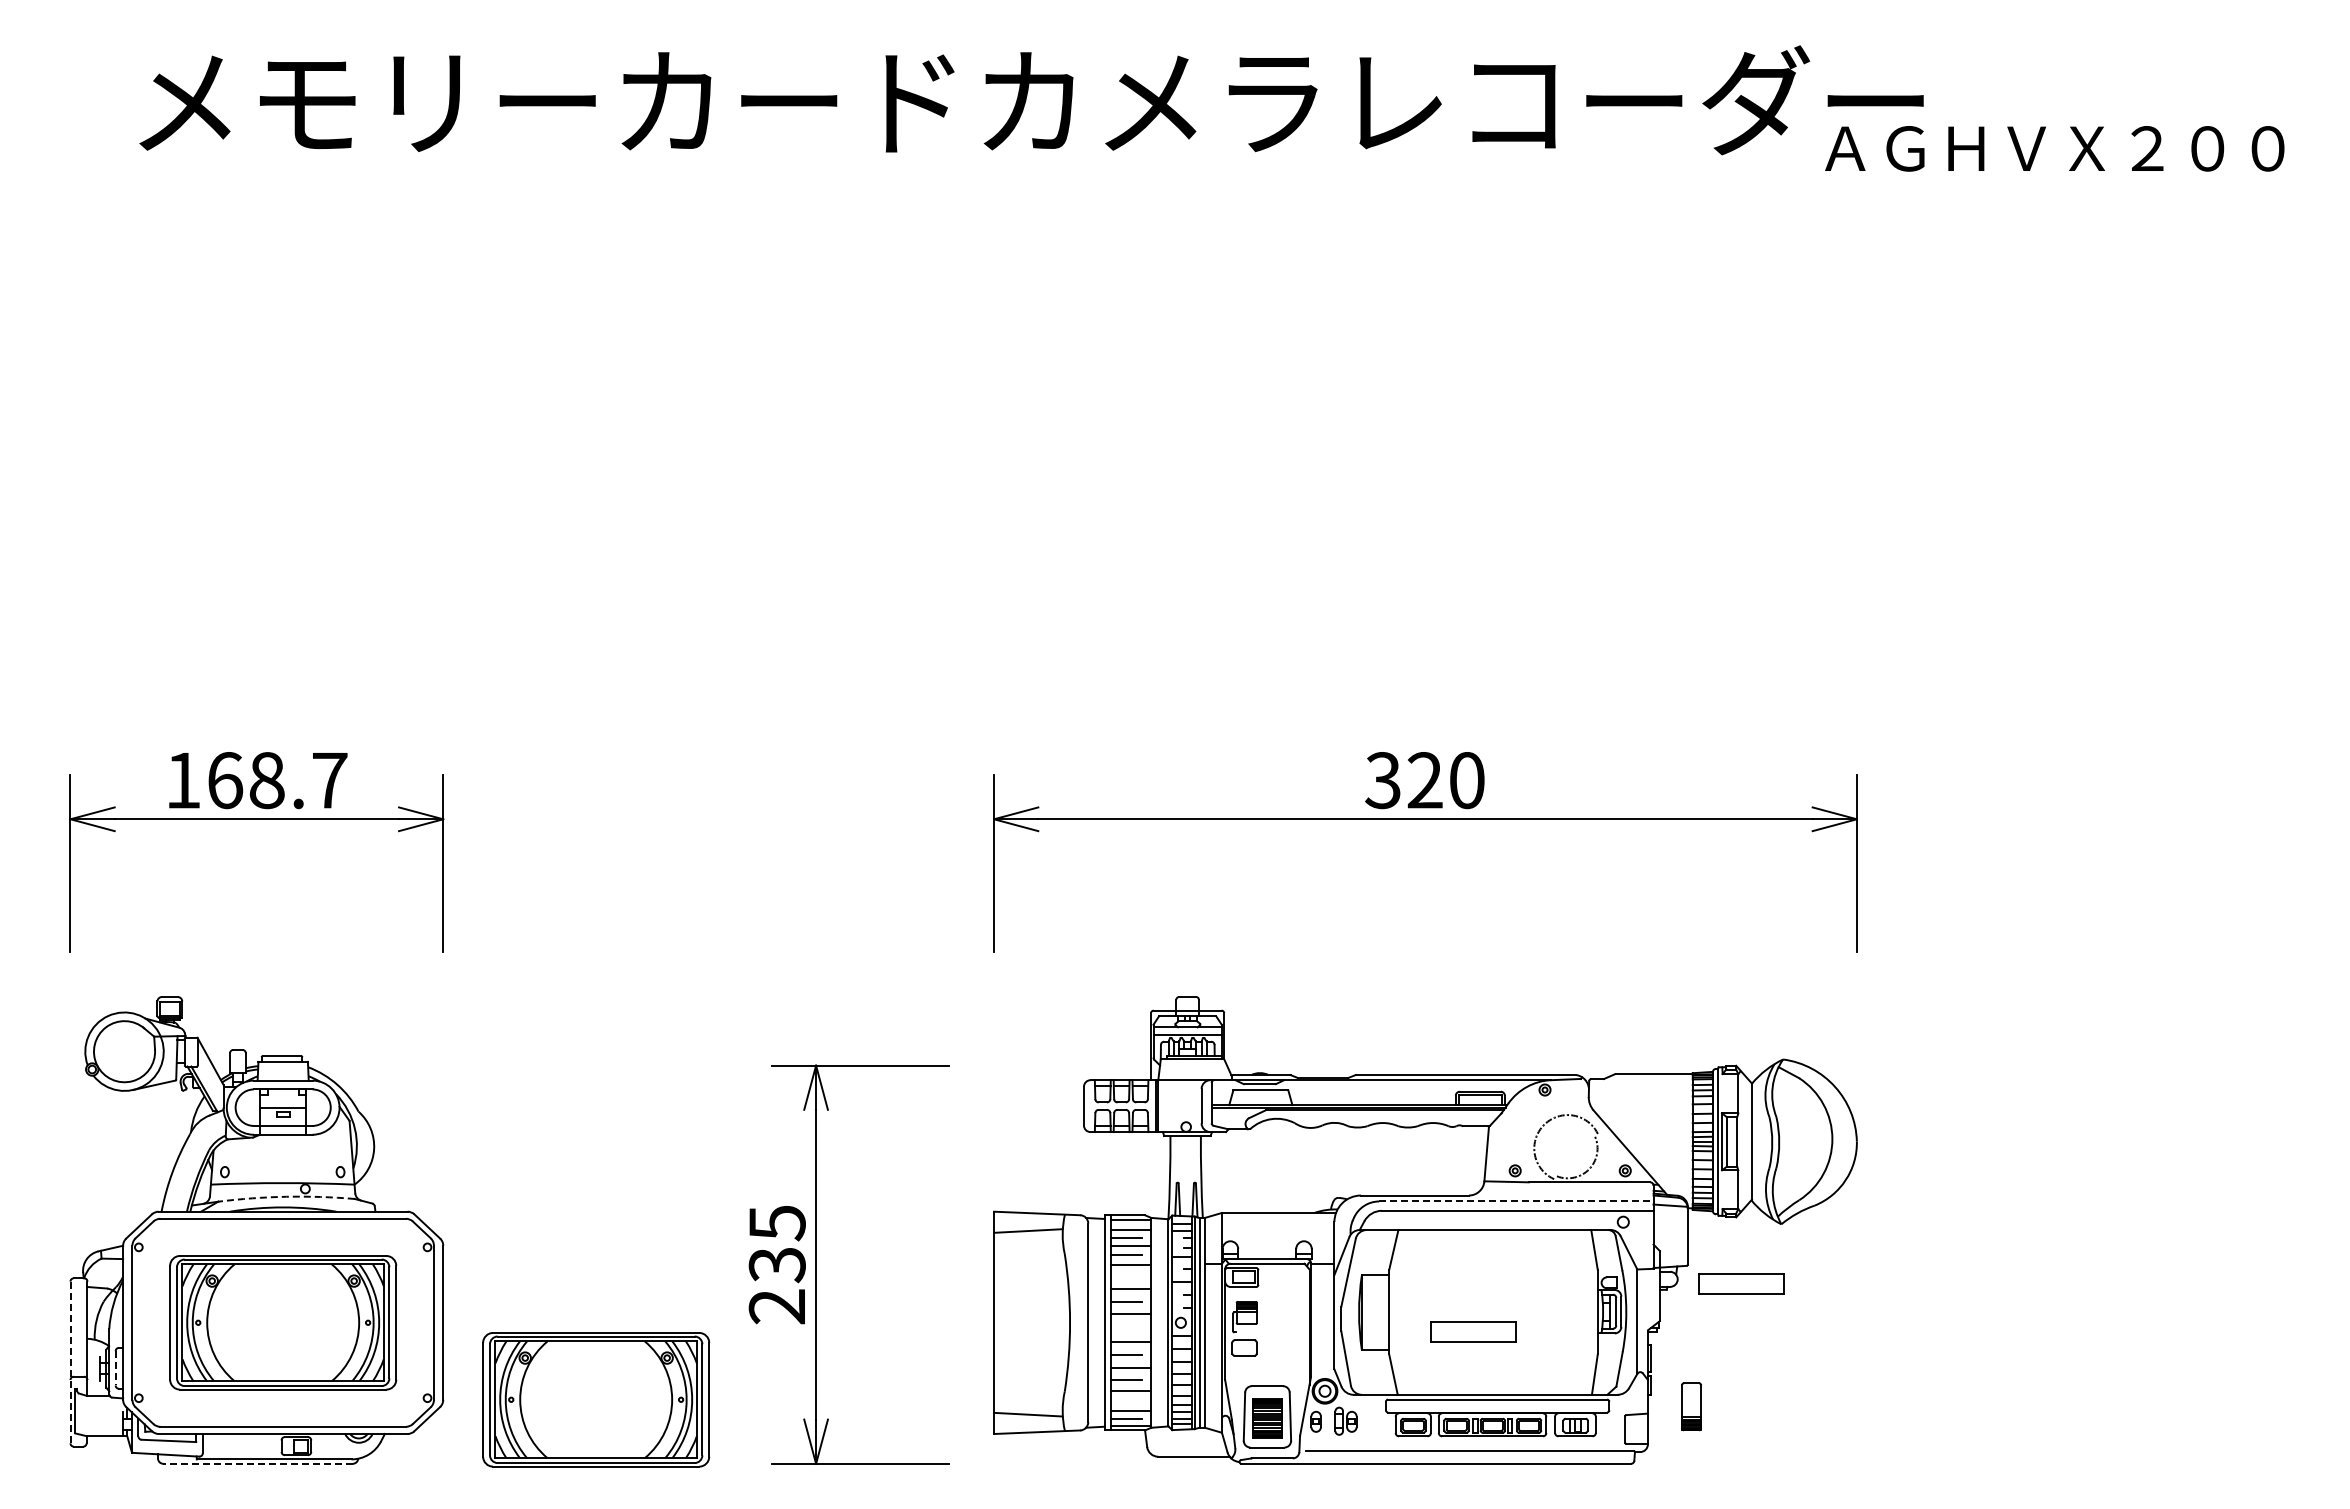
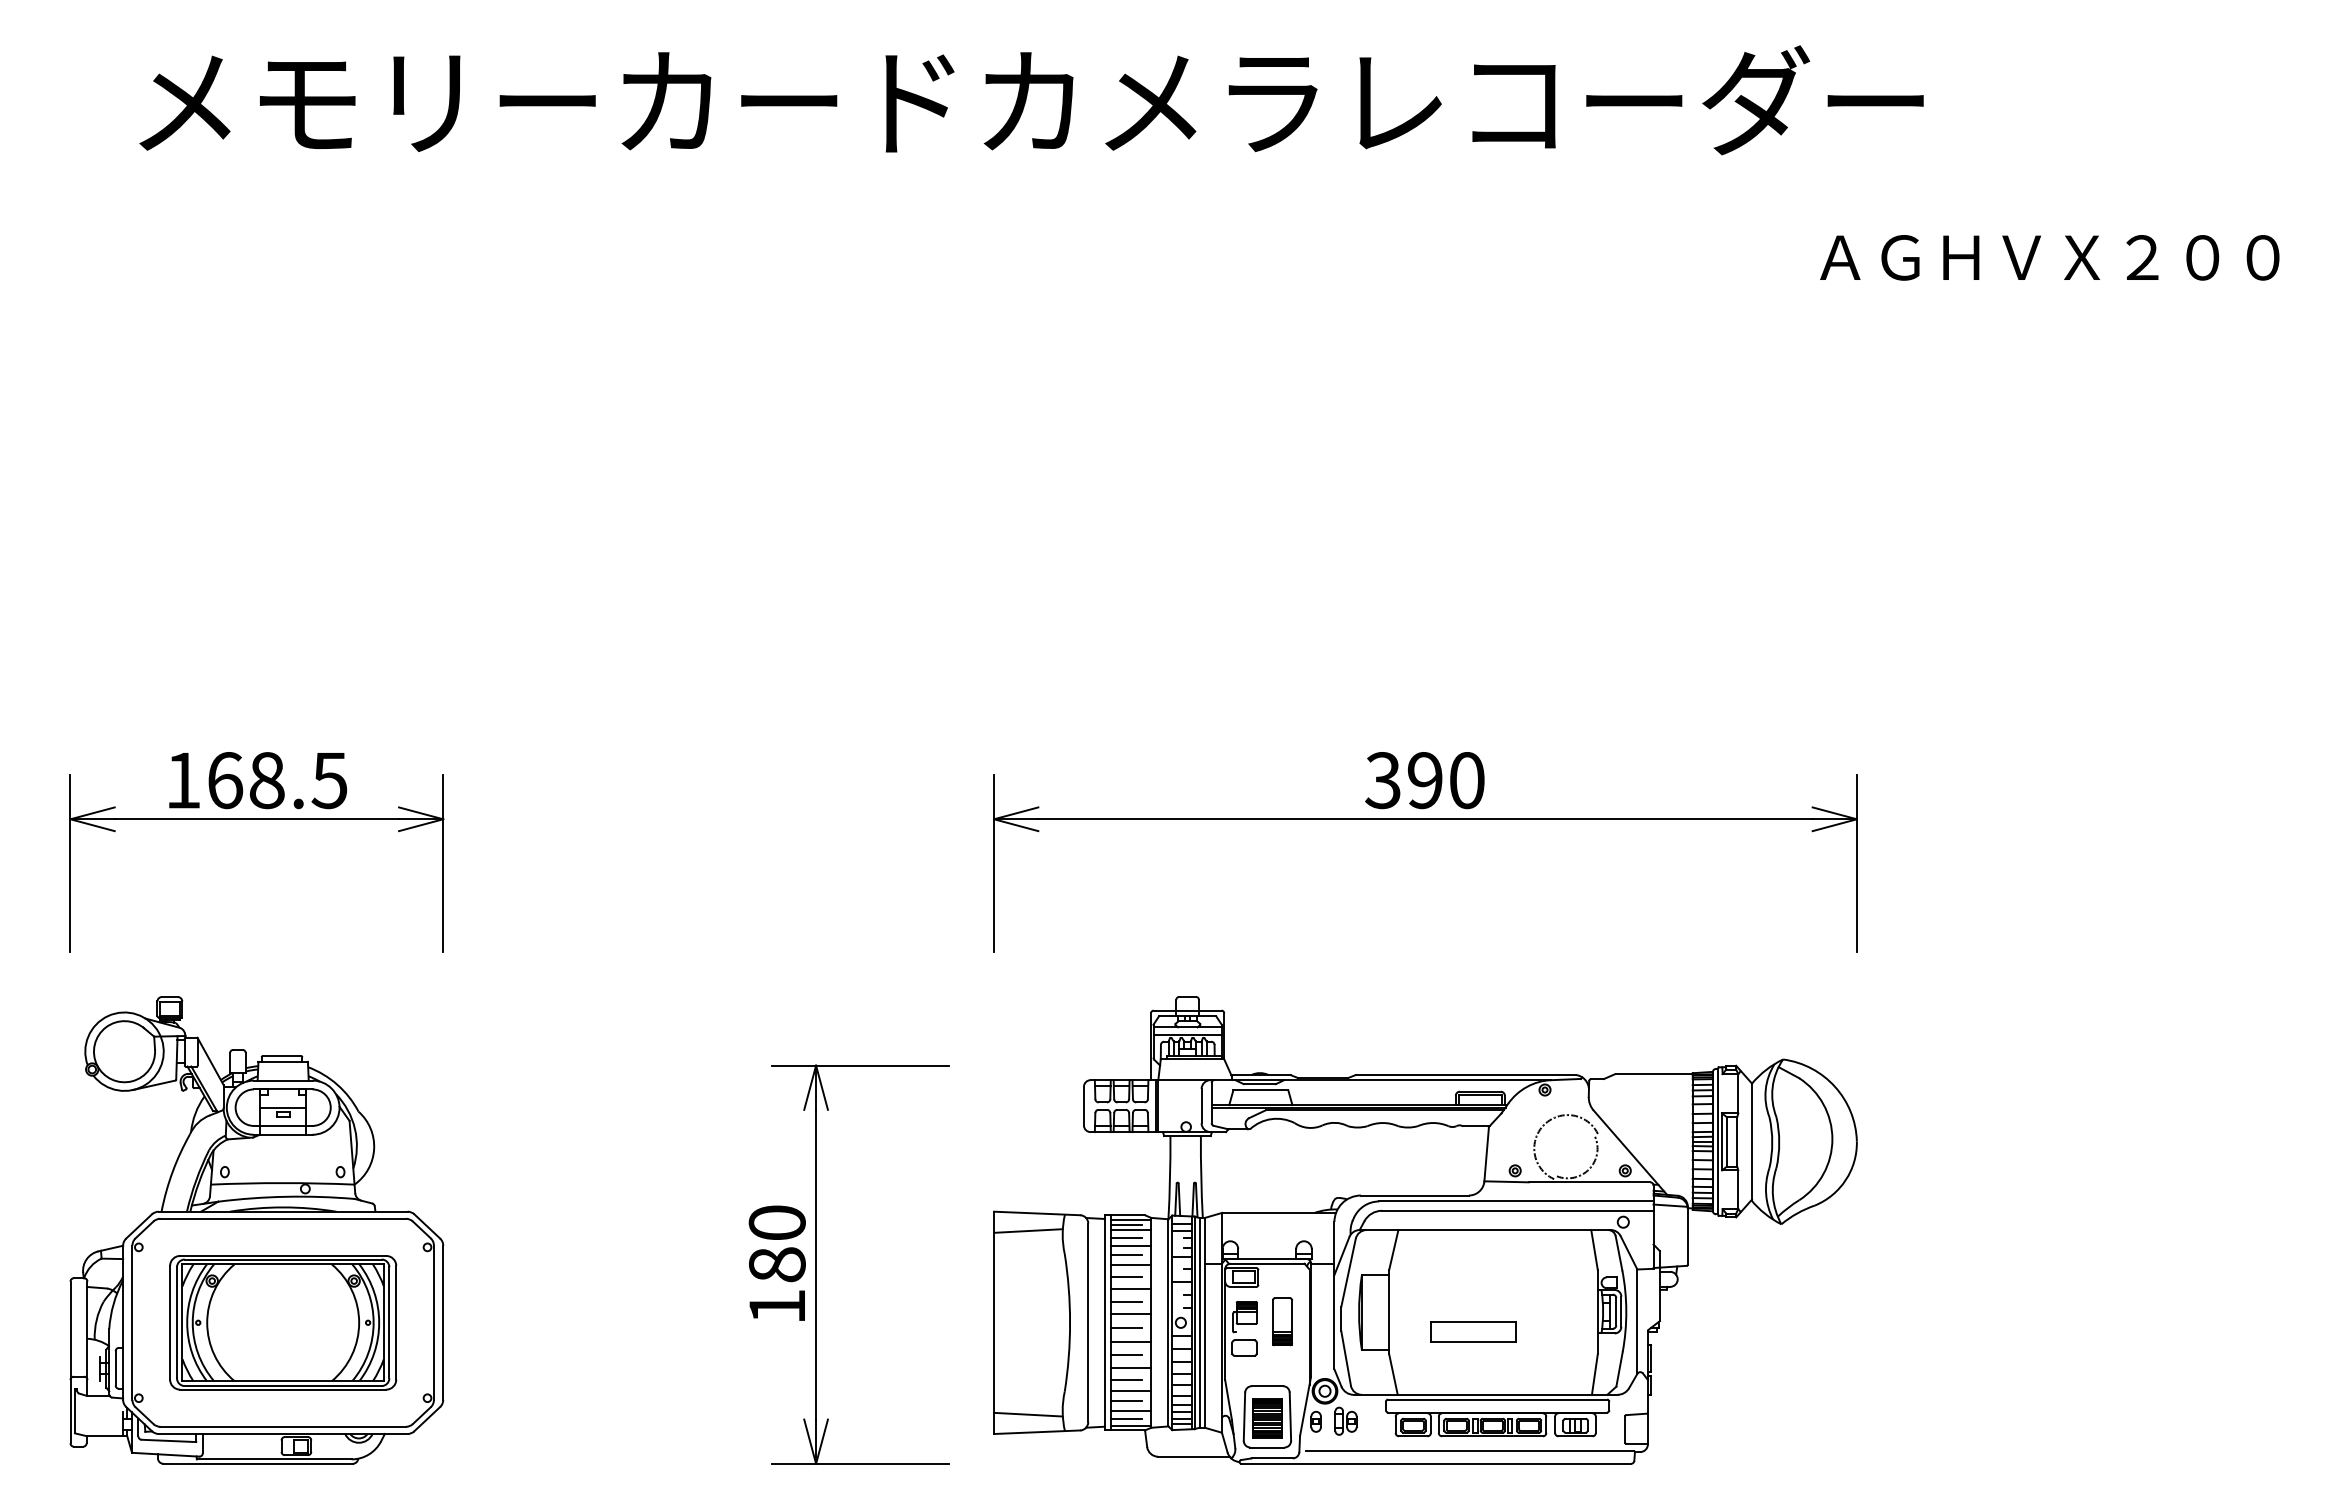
text at (2054, 148) position: (2054, 148) -> (2049, 257)
text at (1424, 780): 320 -> 390
text at (329, 781): 168.7 -> 168.5
arc at (286, 1196): dashed -> solid
line at (1516, 1201): dashed -> solid
line at (1126, 1225): none -> present
text at (776, 1264): 235 -> 180
line at (1126, 1276): none -> present
part at (1741, 1283): present -> none
line at (1126, 1328): none -> present
line at (70, 1362): dashed -> solid
line at (115, 1368): dashed -> solid
part at (596, 1399): present -> none
line at (1126, 1401): none -> present
part at (1691, 1406) position: (1691, 1406) -> (1282, 1321)
line at (258, 1463): dashed -> solid
